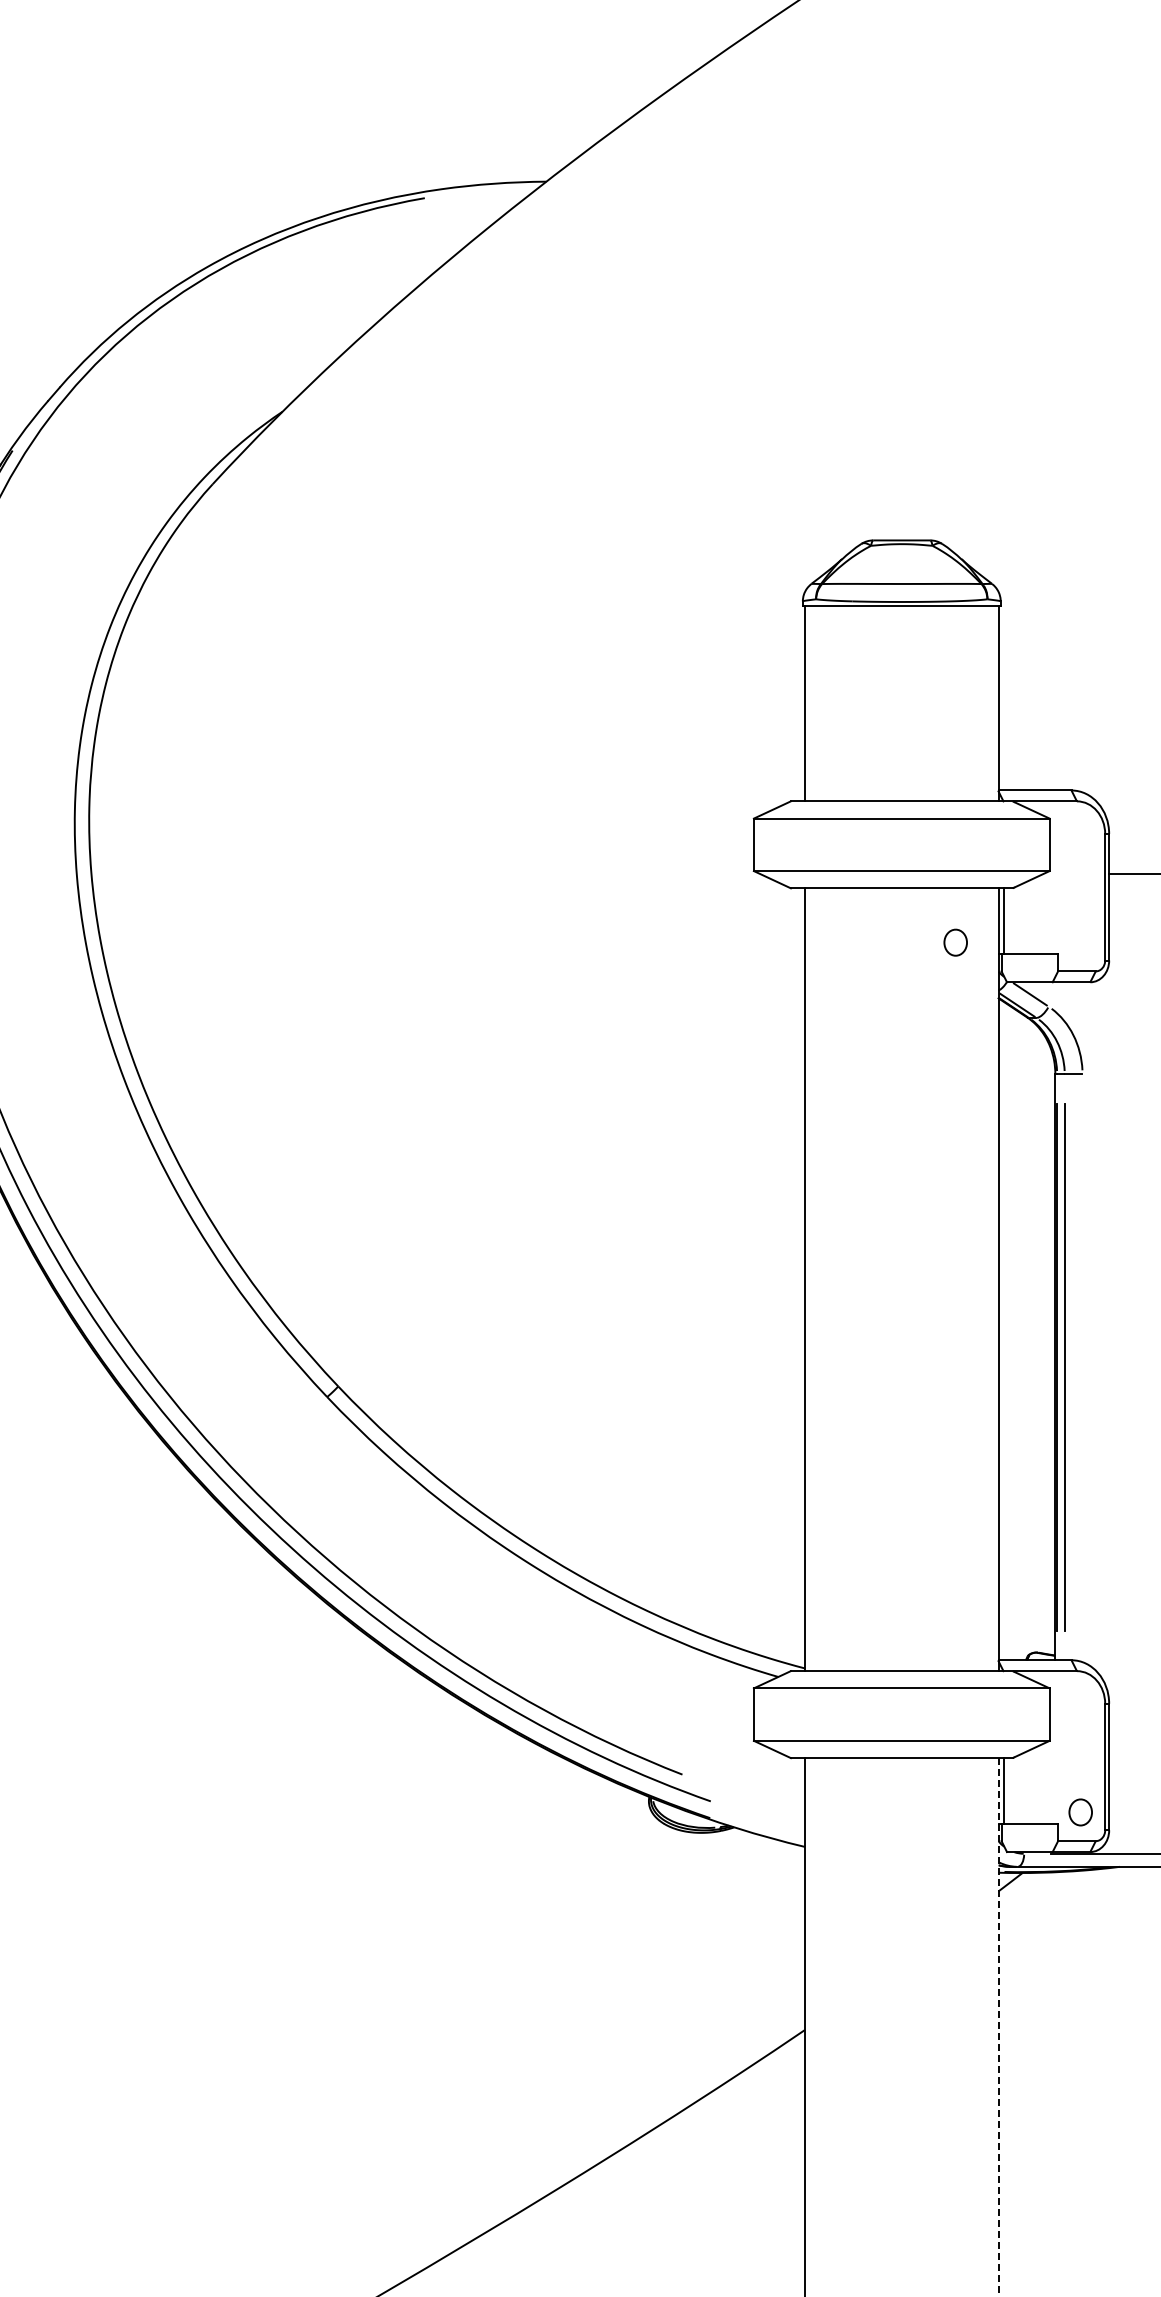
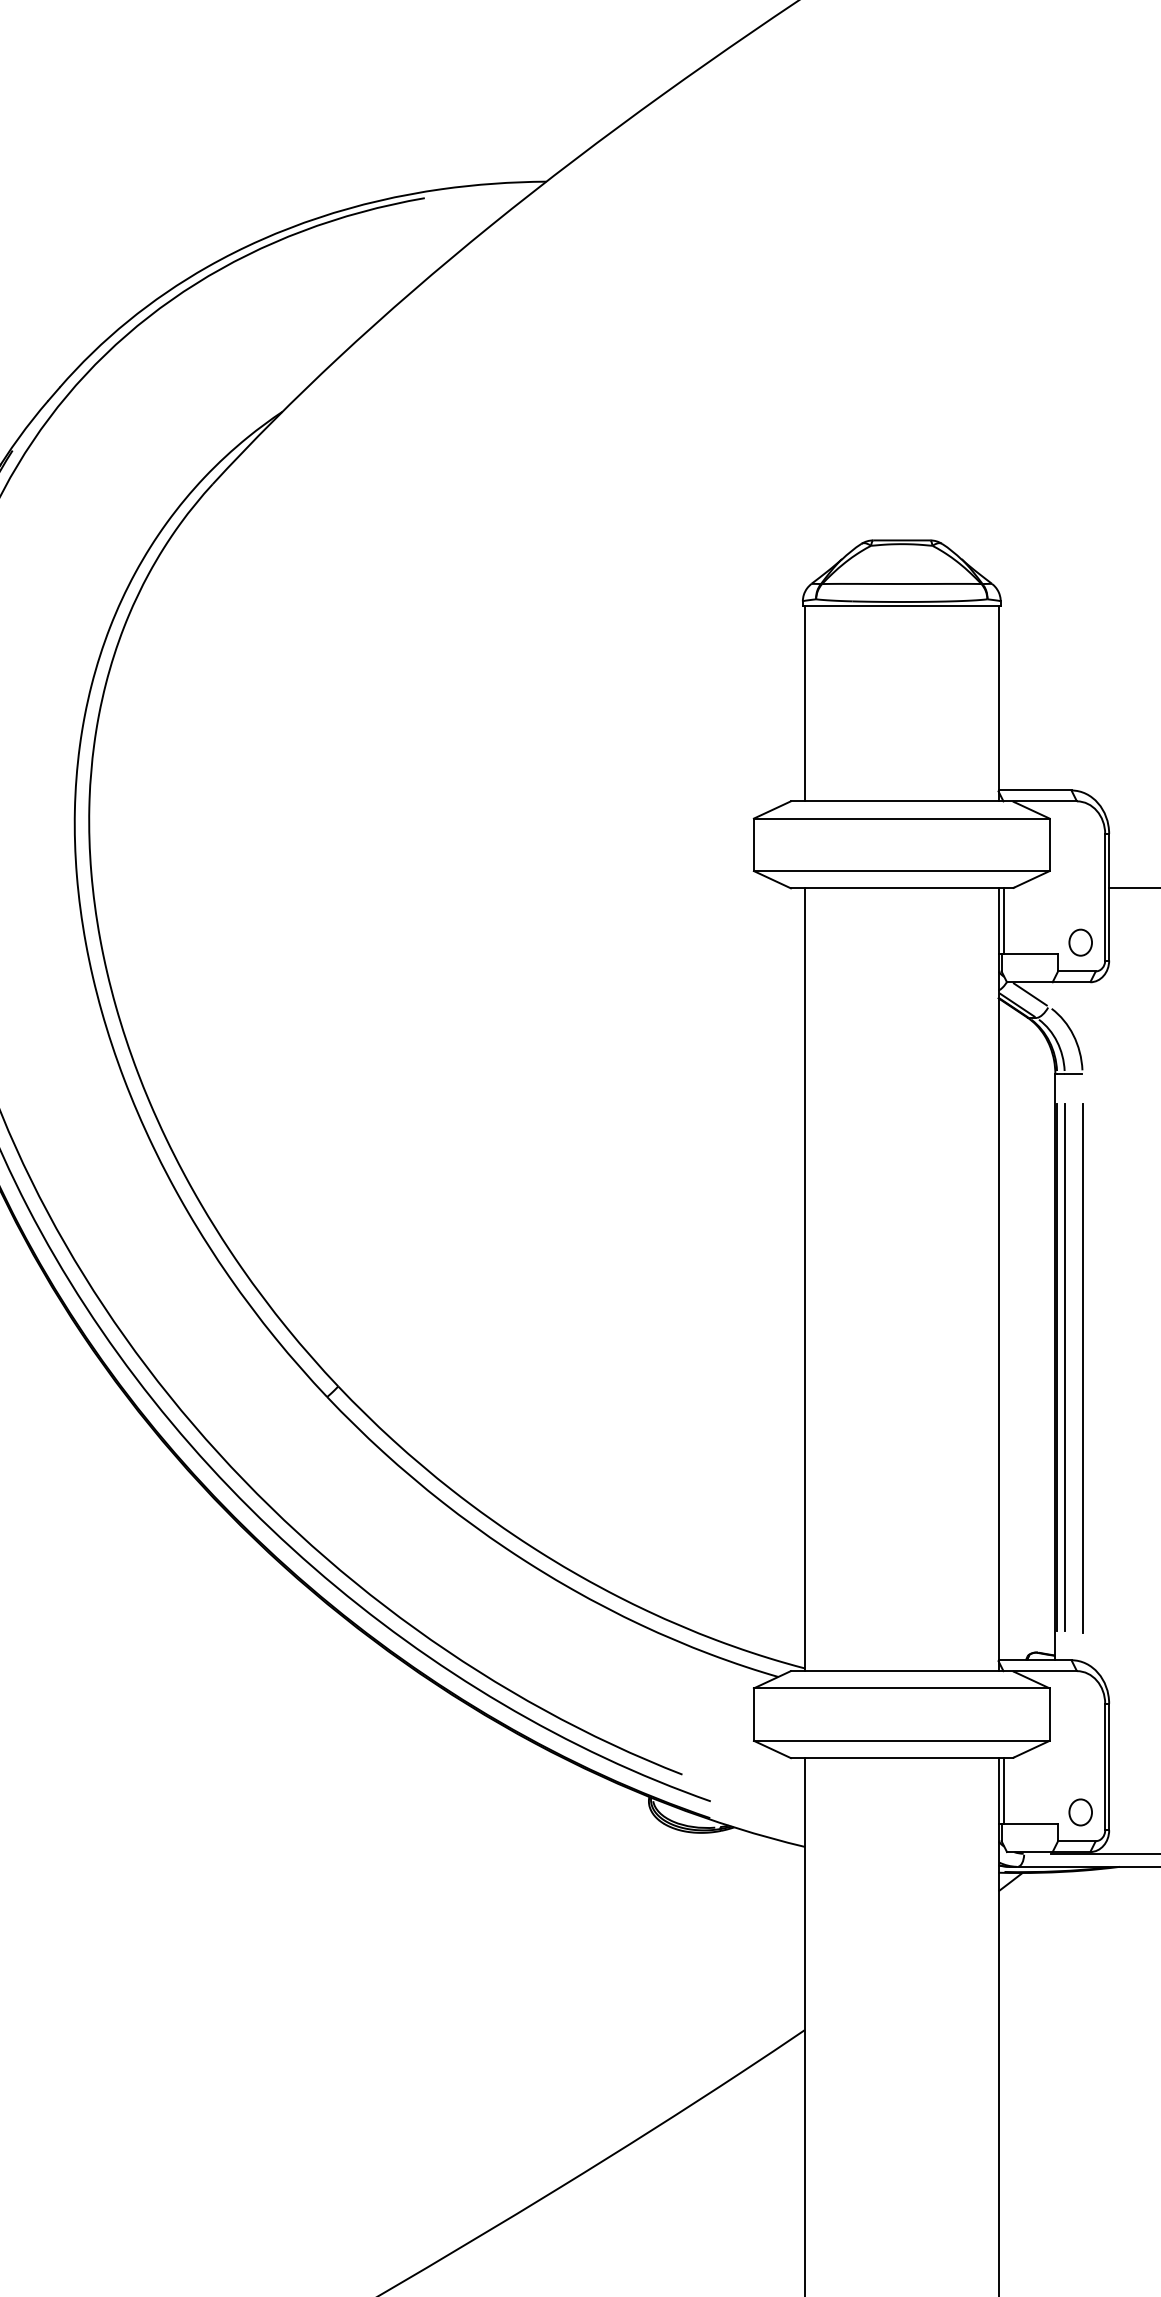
line at (1133, 874) position: (1133, 874) -> (1133, 888)
part at (955, 942) position: (955, 942) -> (1080, 942)
line at (1082, 1368): none -> present
line at (998, 2028): dashed -> solid
